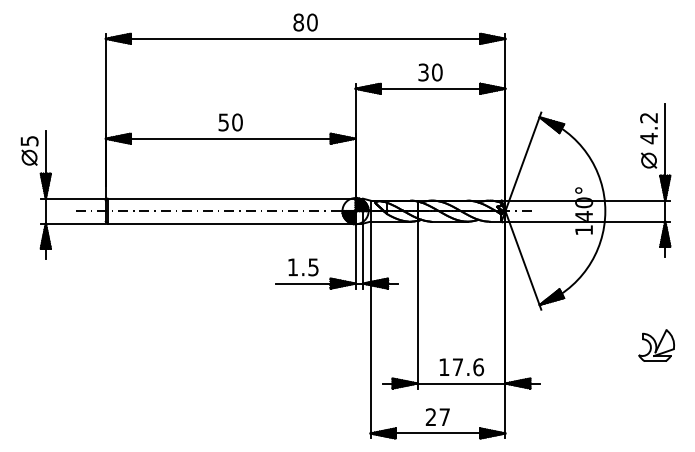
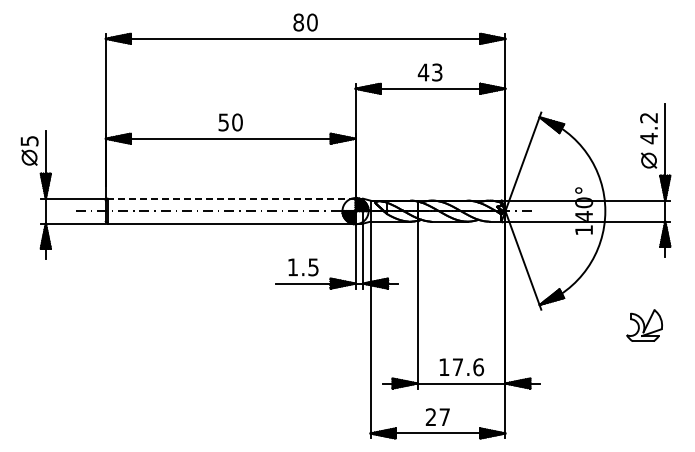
text at (429, 72): 30 -> 43
line at (231, 198): solid -> dashed
part at (656, 345) position: (656, 345) -> (644, 325)
